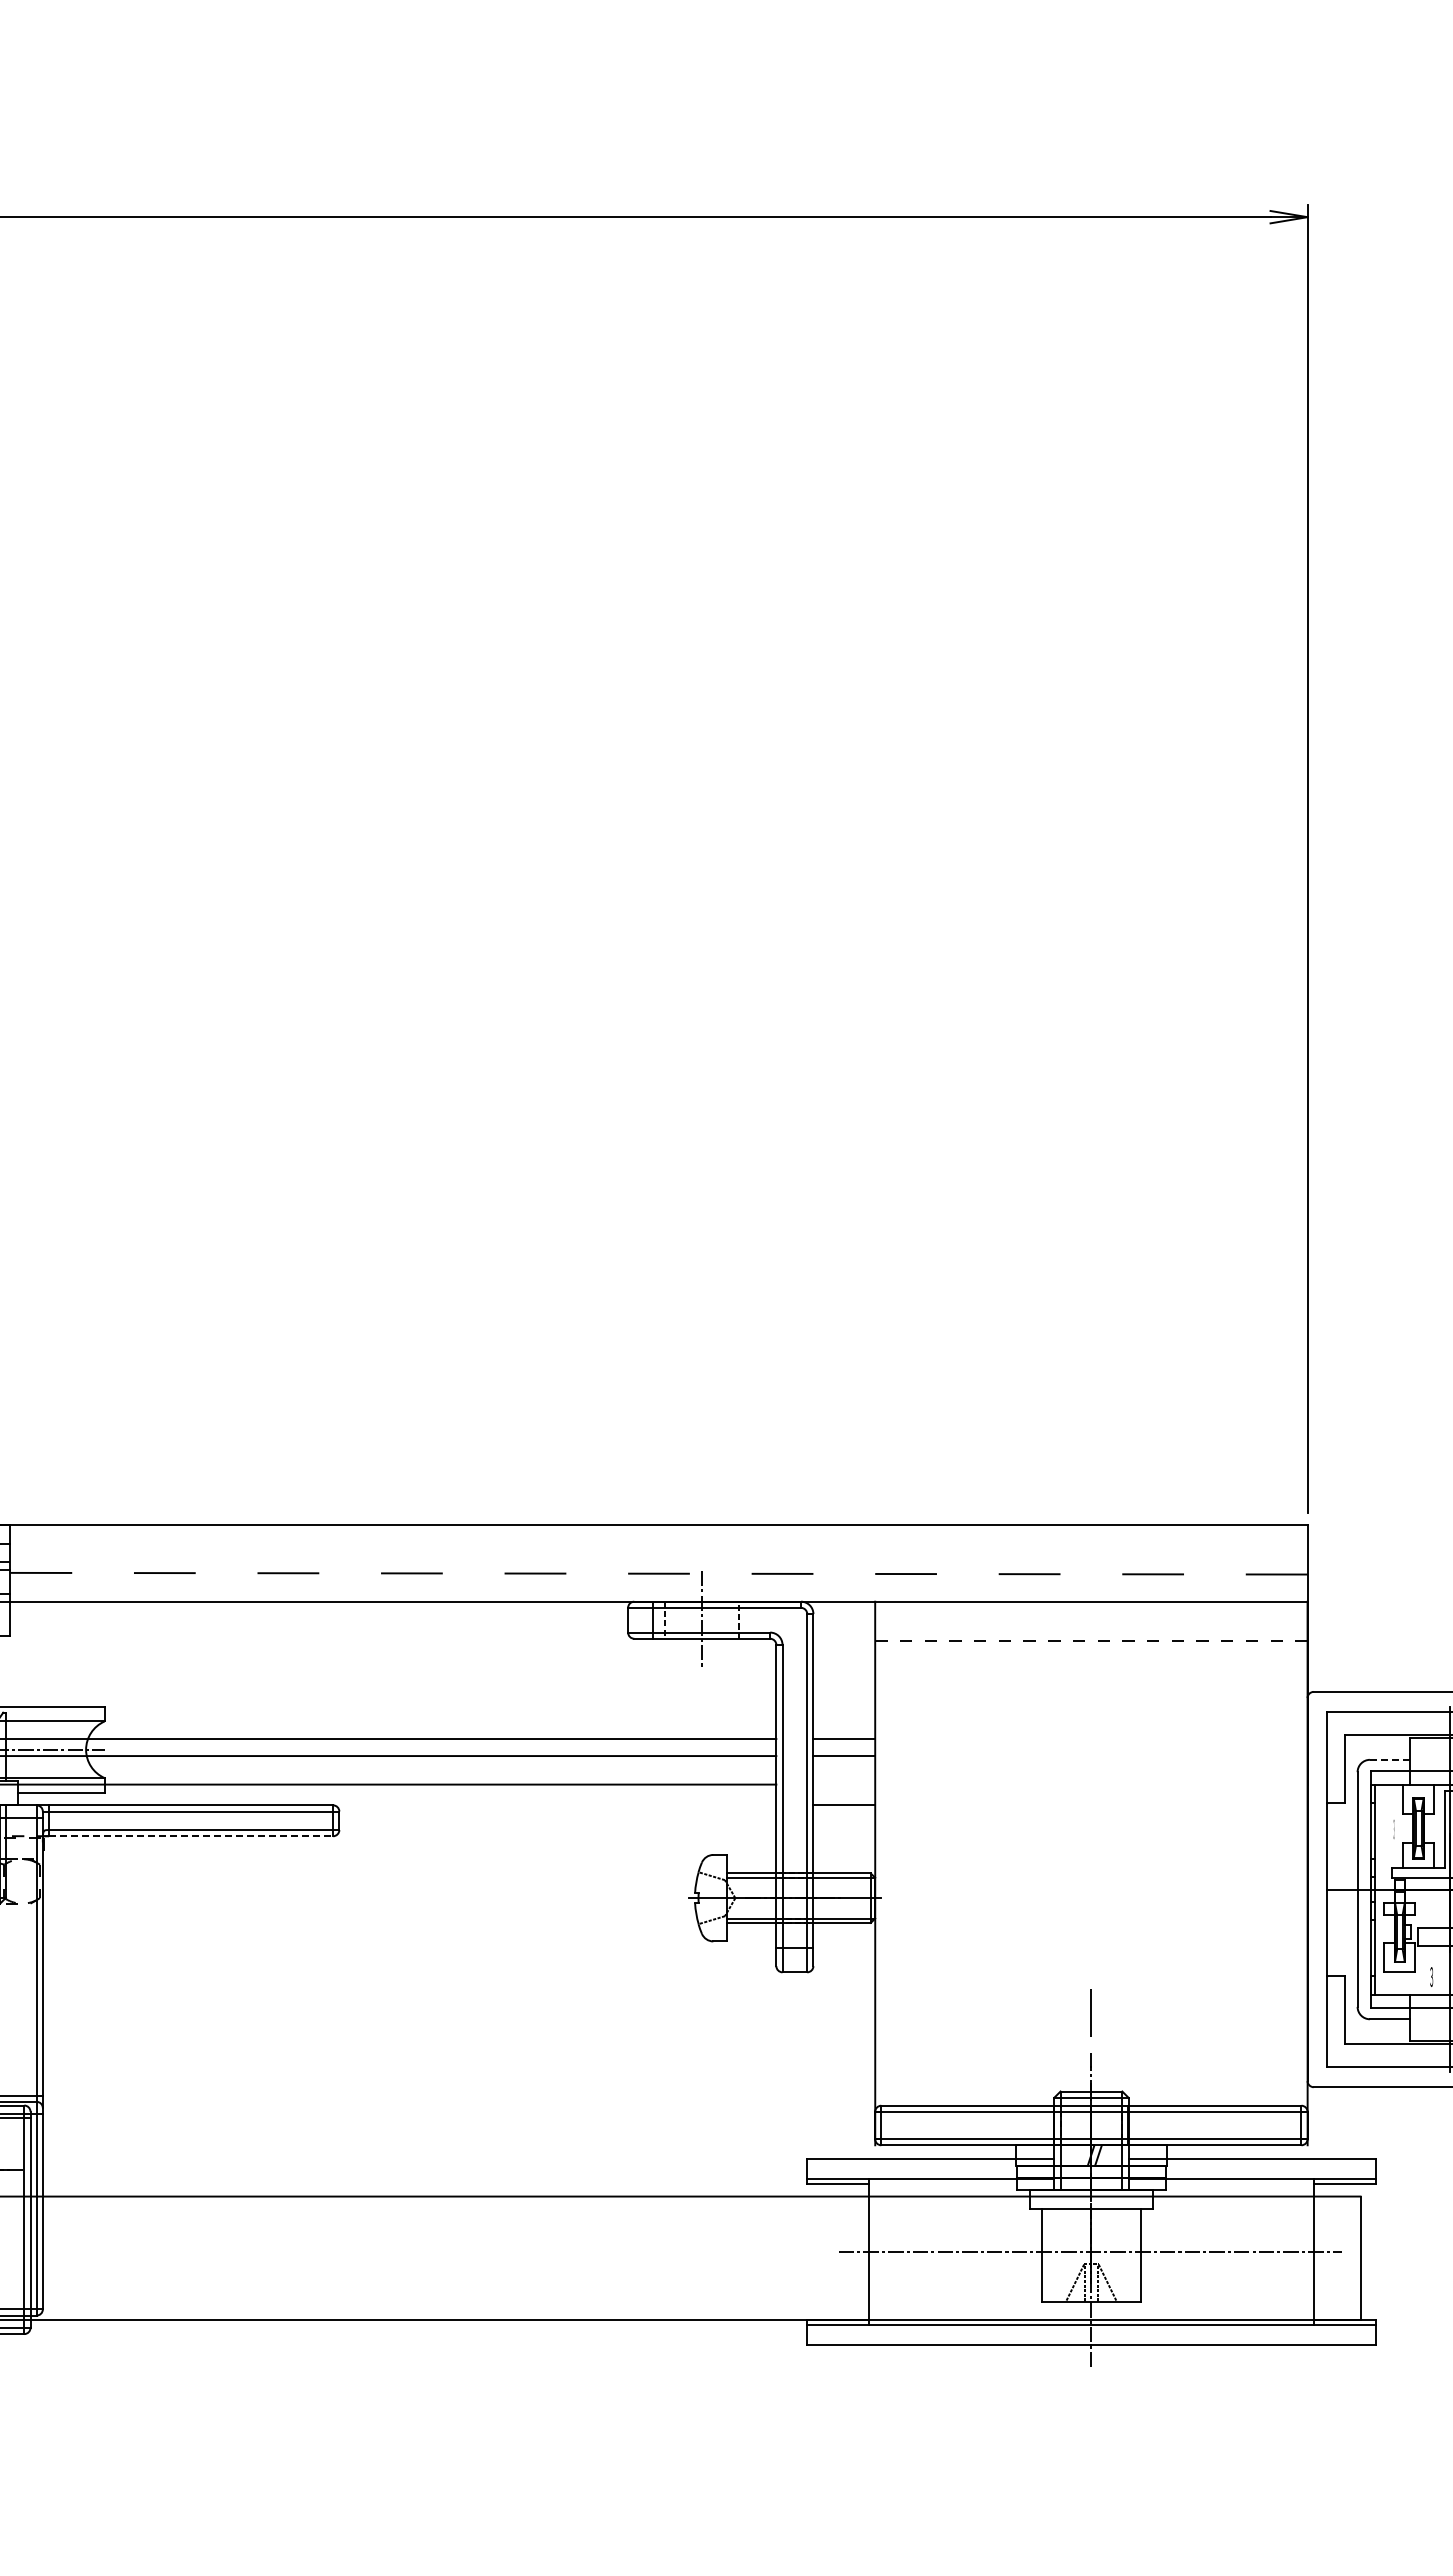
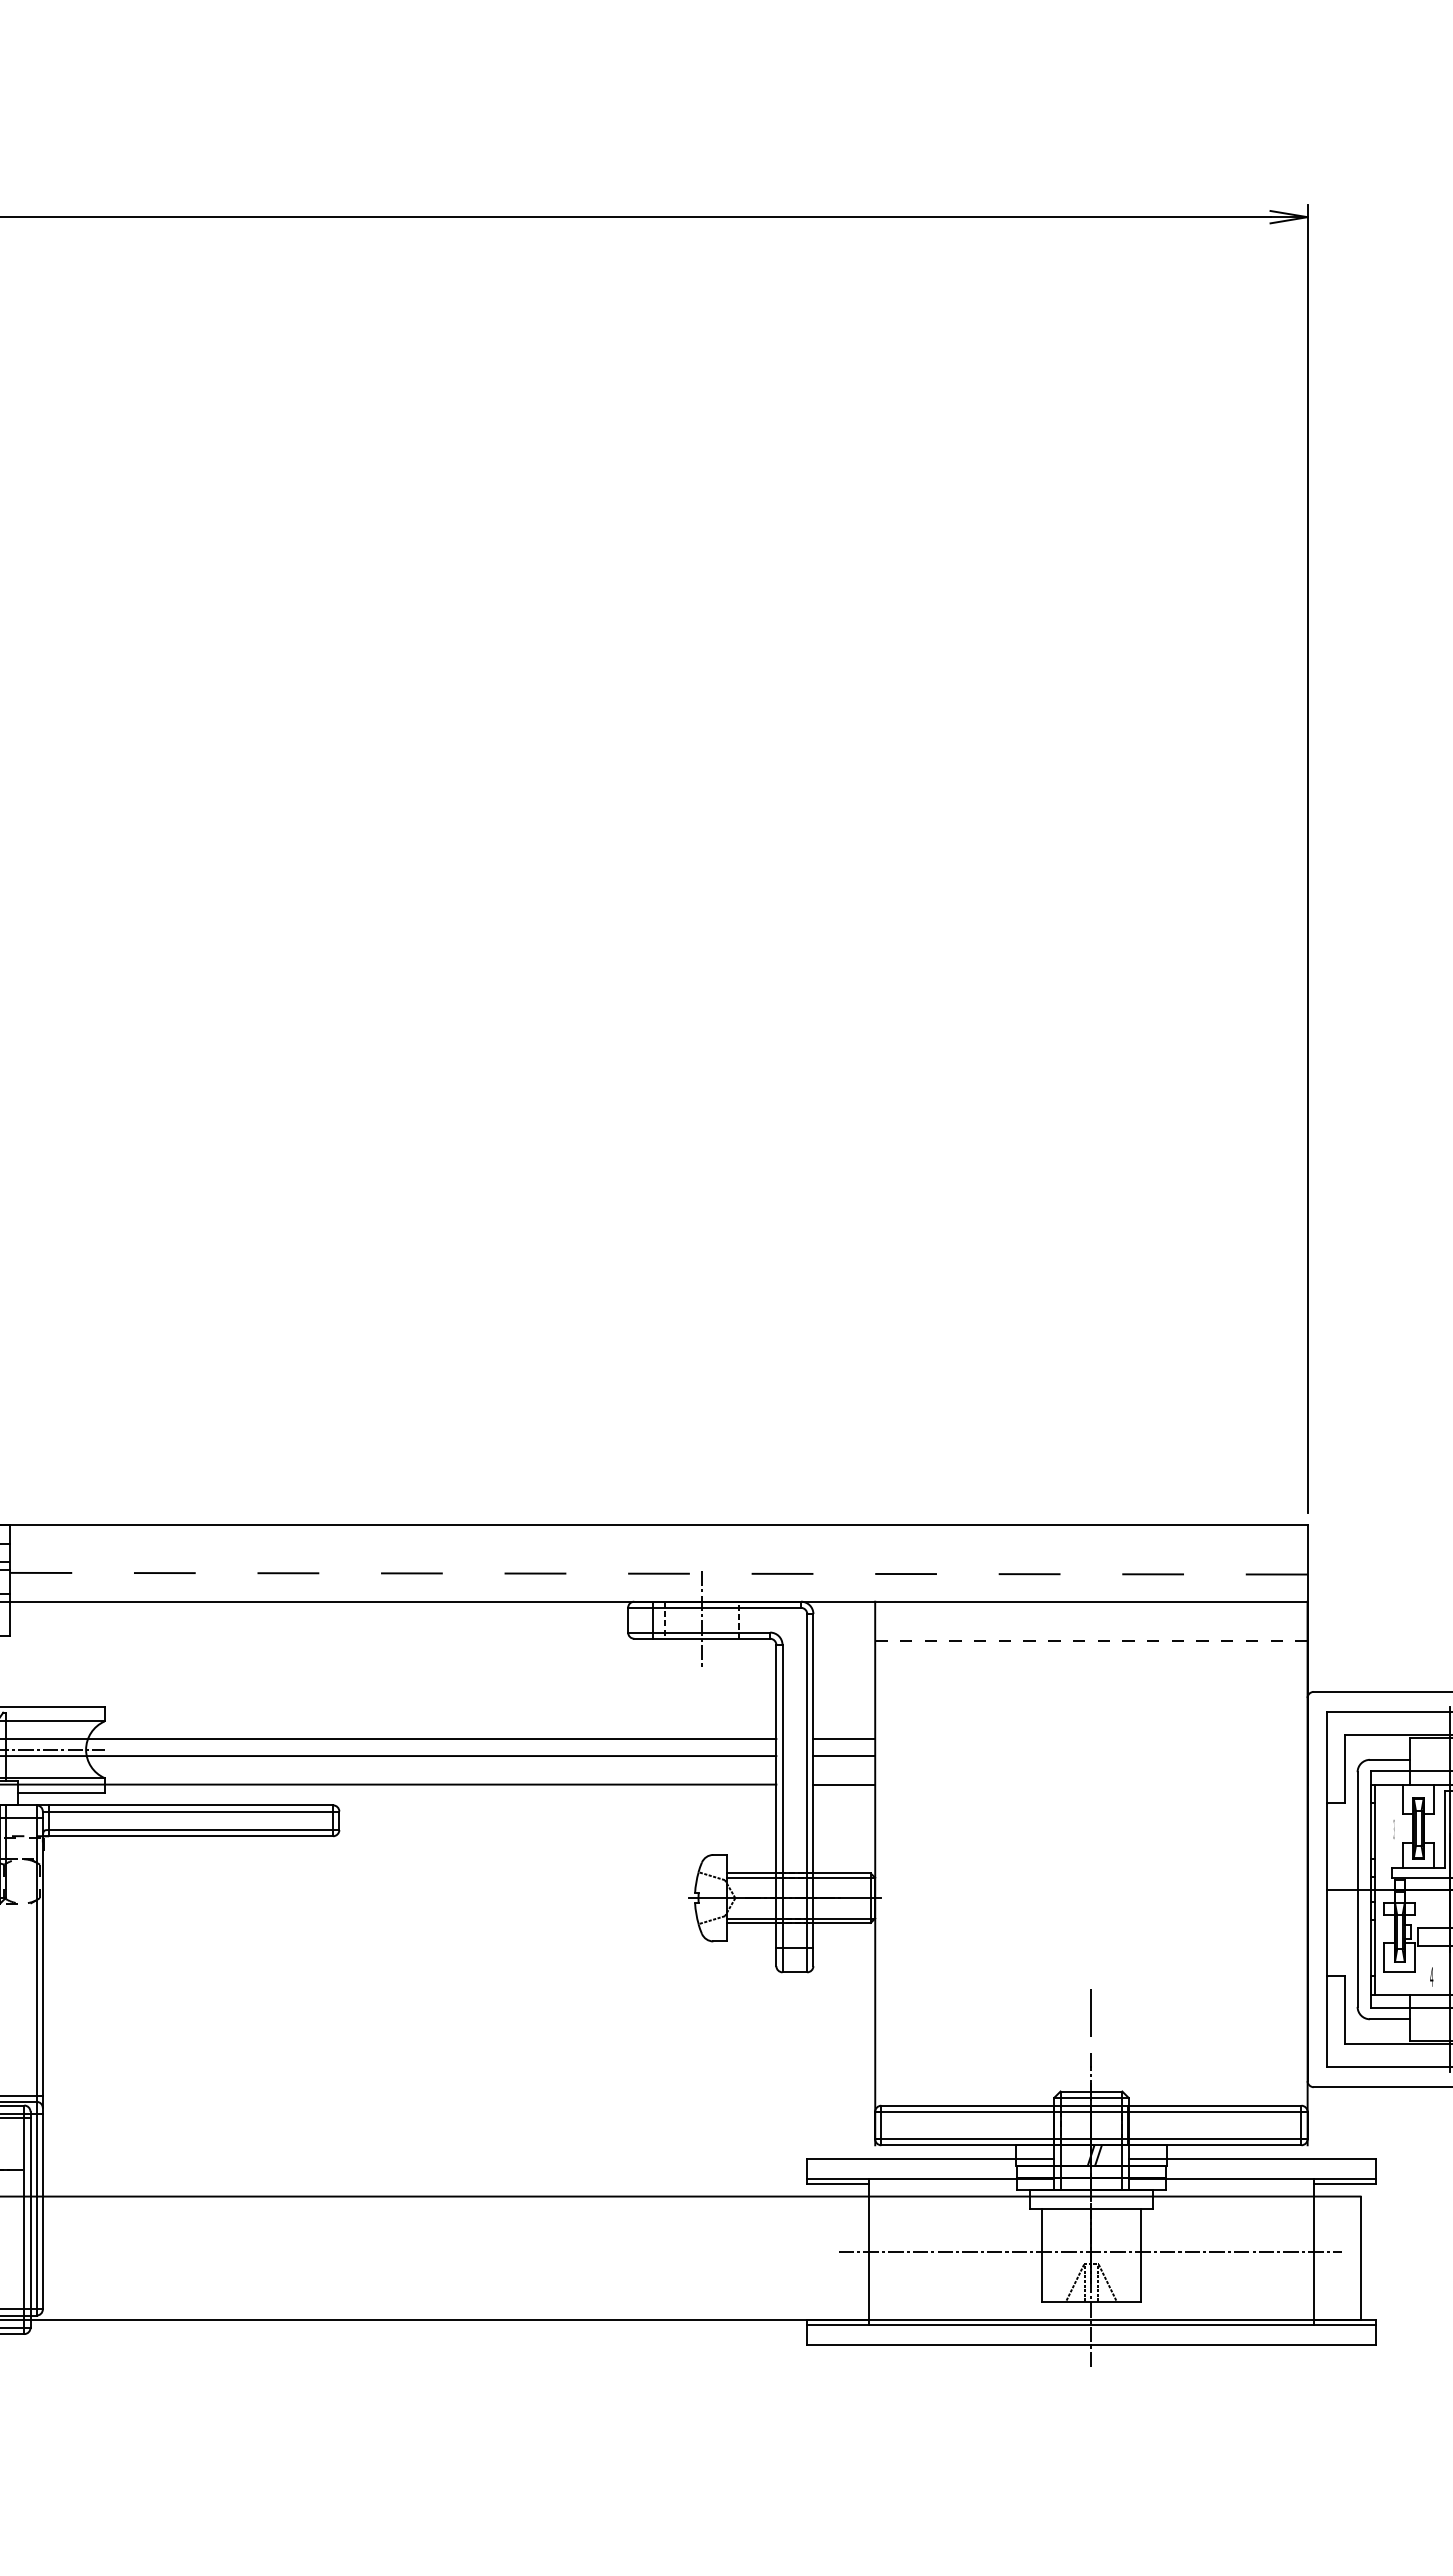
line at (1389, 1759): dashed -> solid
line at (844, 1804) position: (844, 1804) -> (844, 1784)
line at (191, 1836): dashed -> solid
text at (1431, 1976): ３ -> ４
